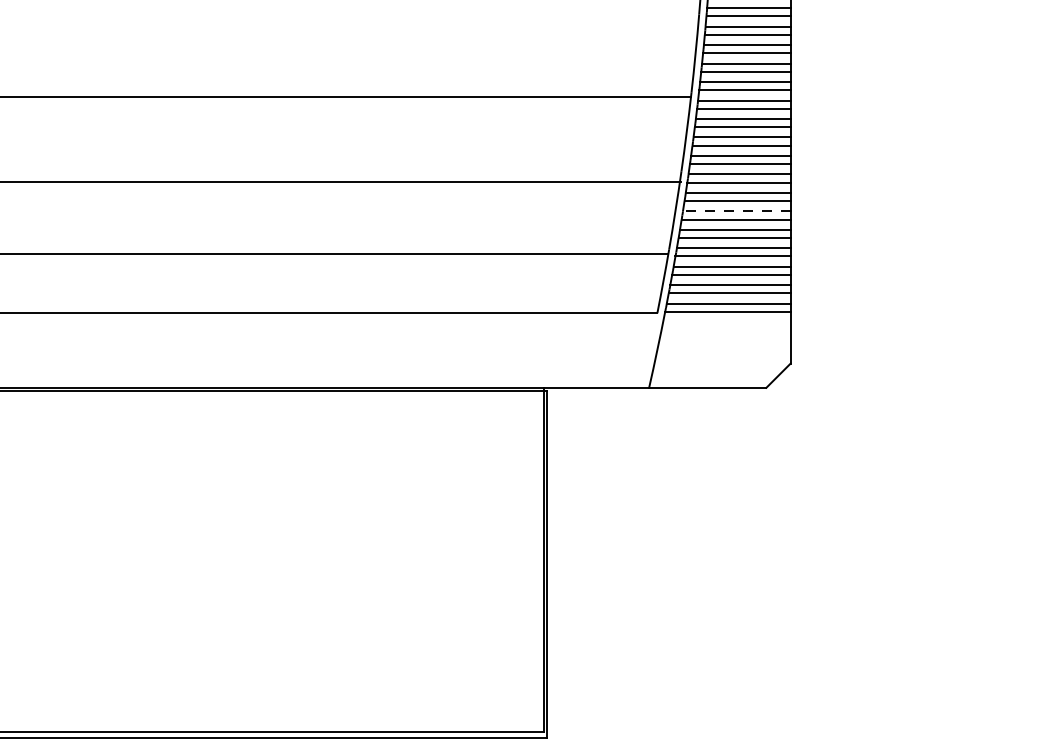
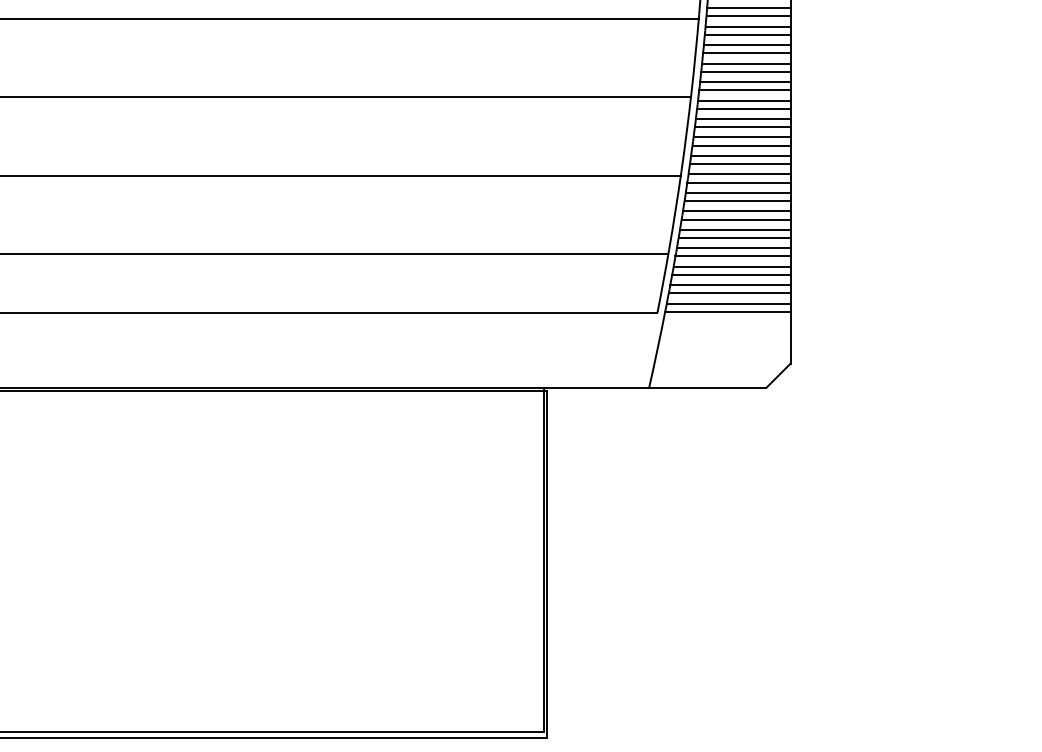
line at (350, 19): none -> present
line at (341, 181) position: (341, 181) -> (341, 175)
line at (736, 211): dashed -> solid
